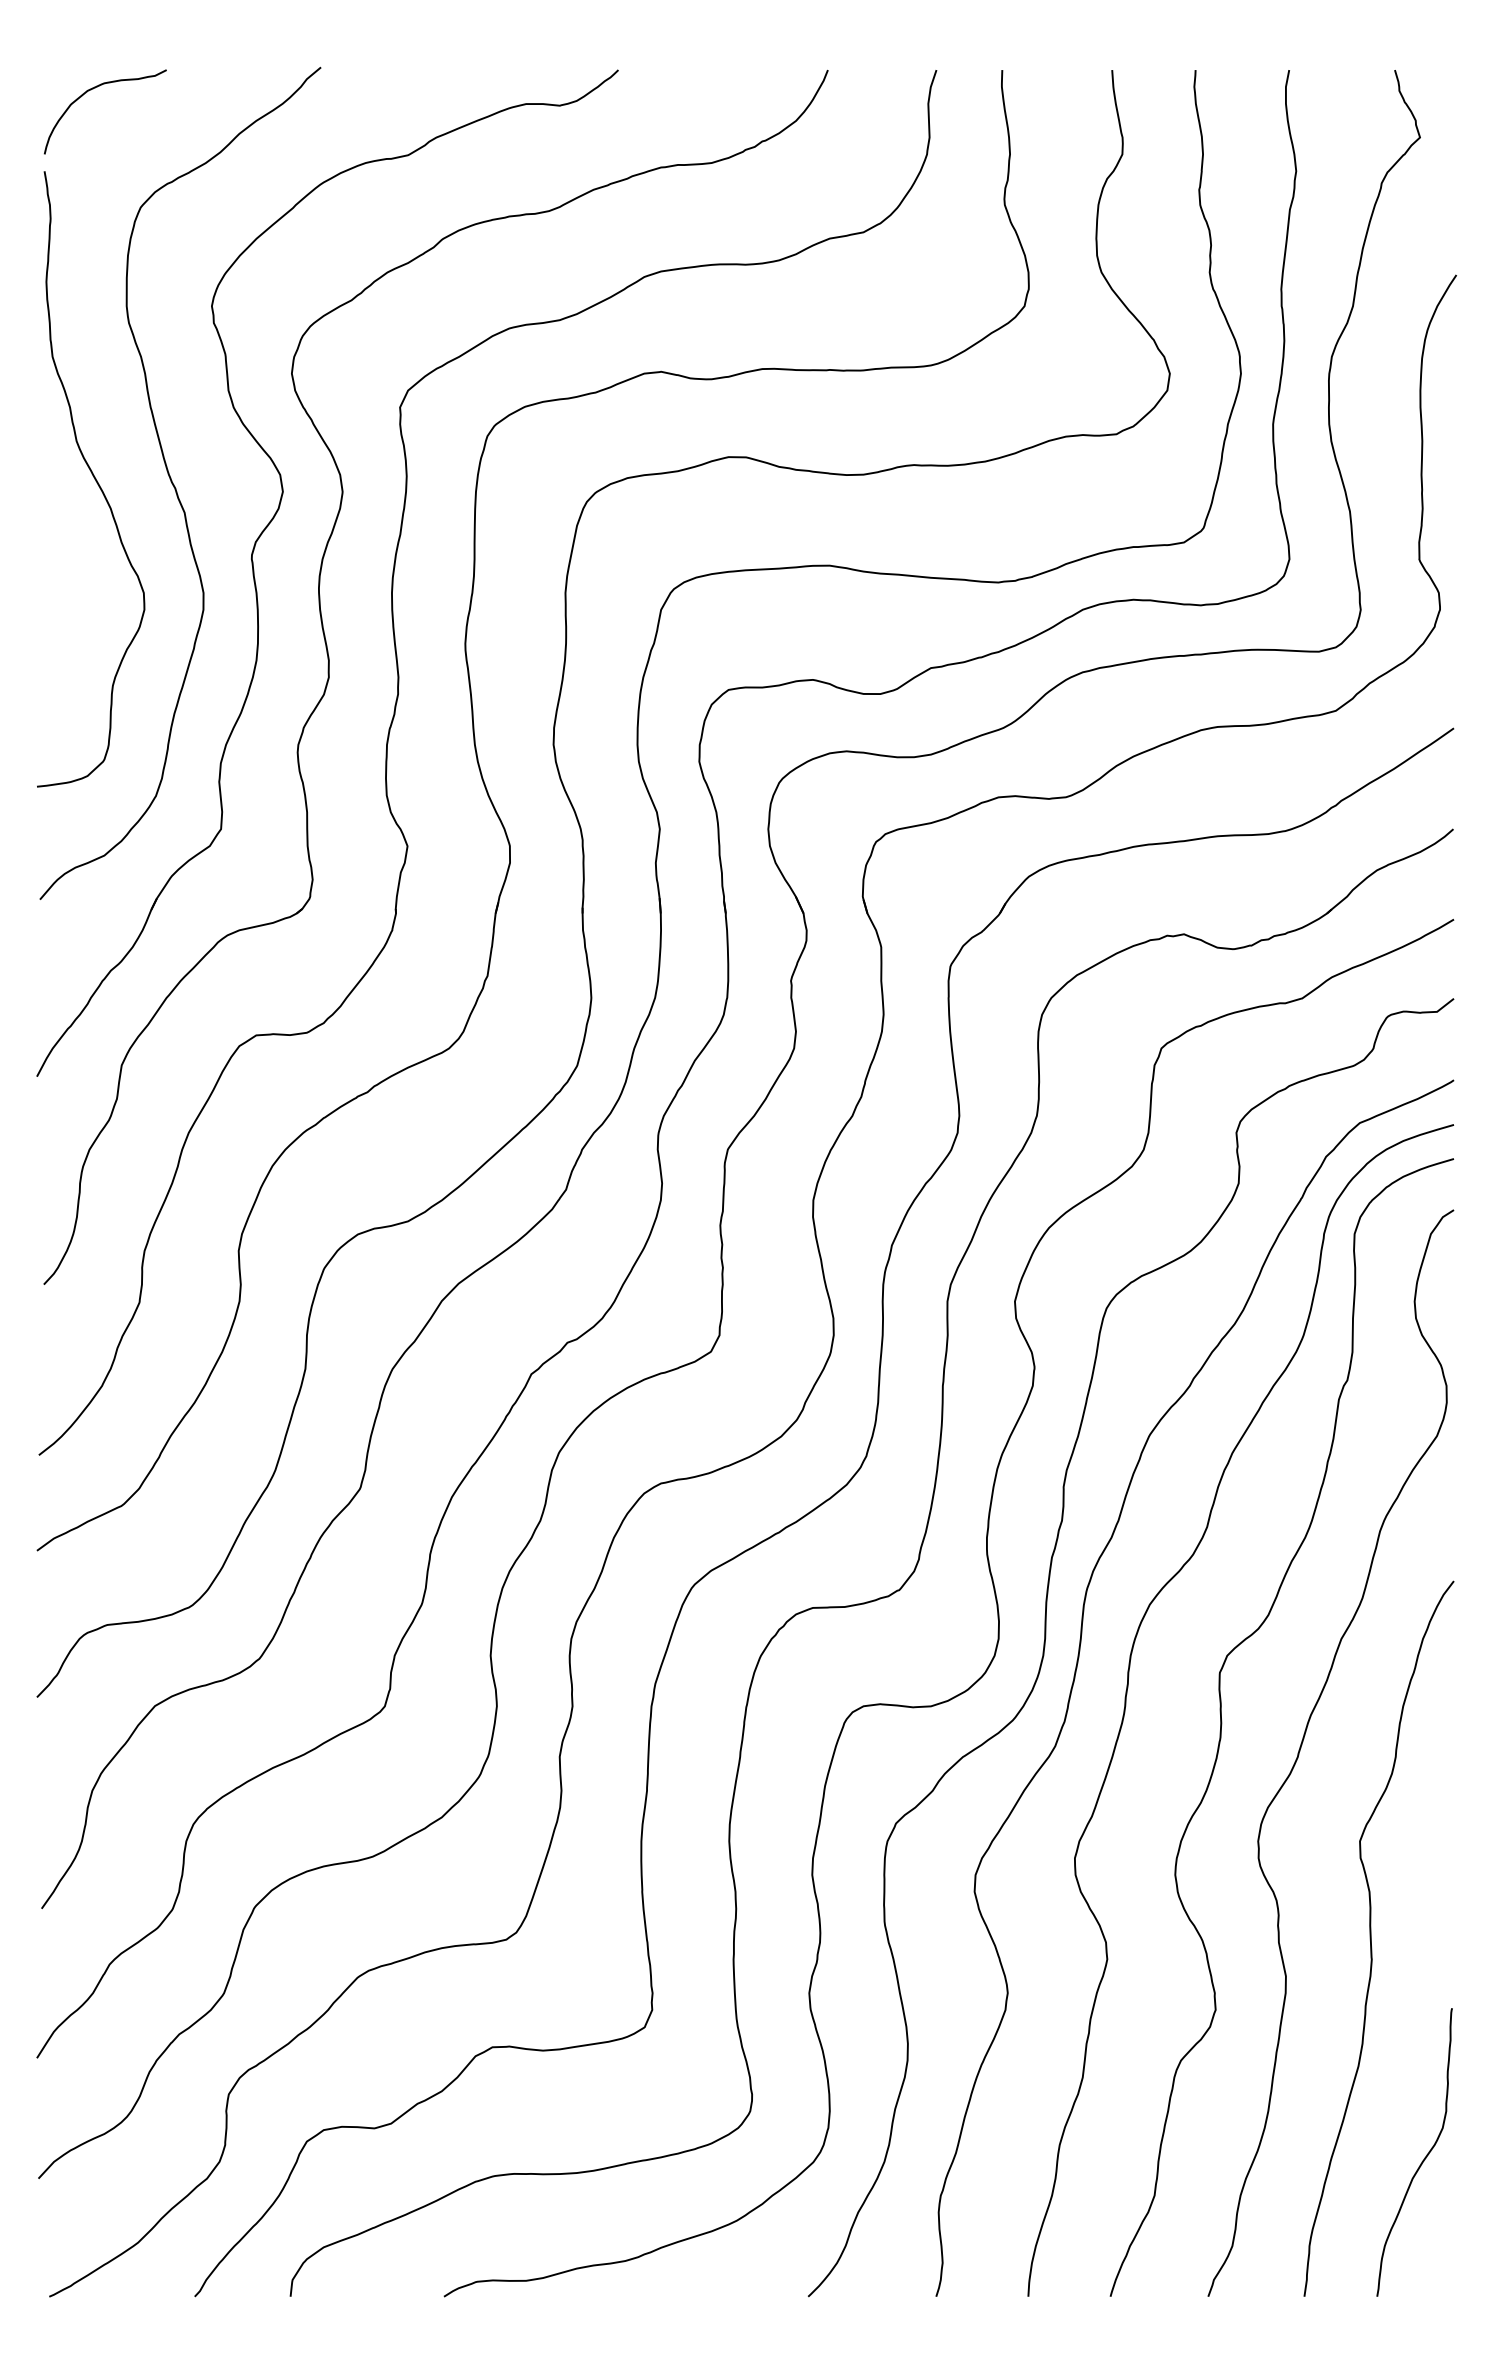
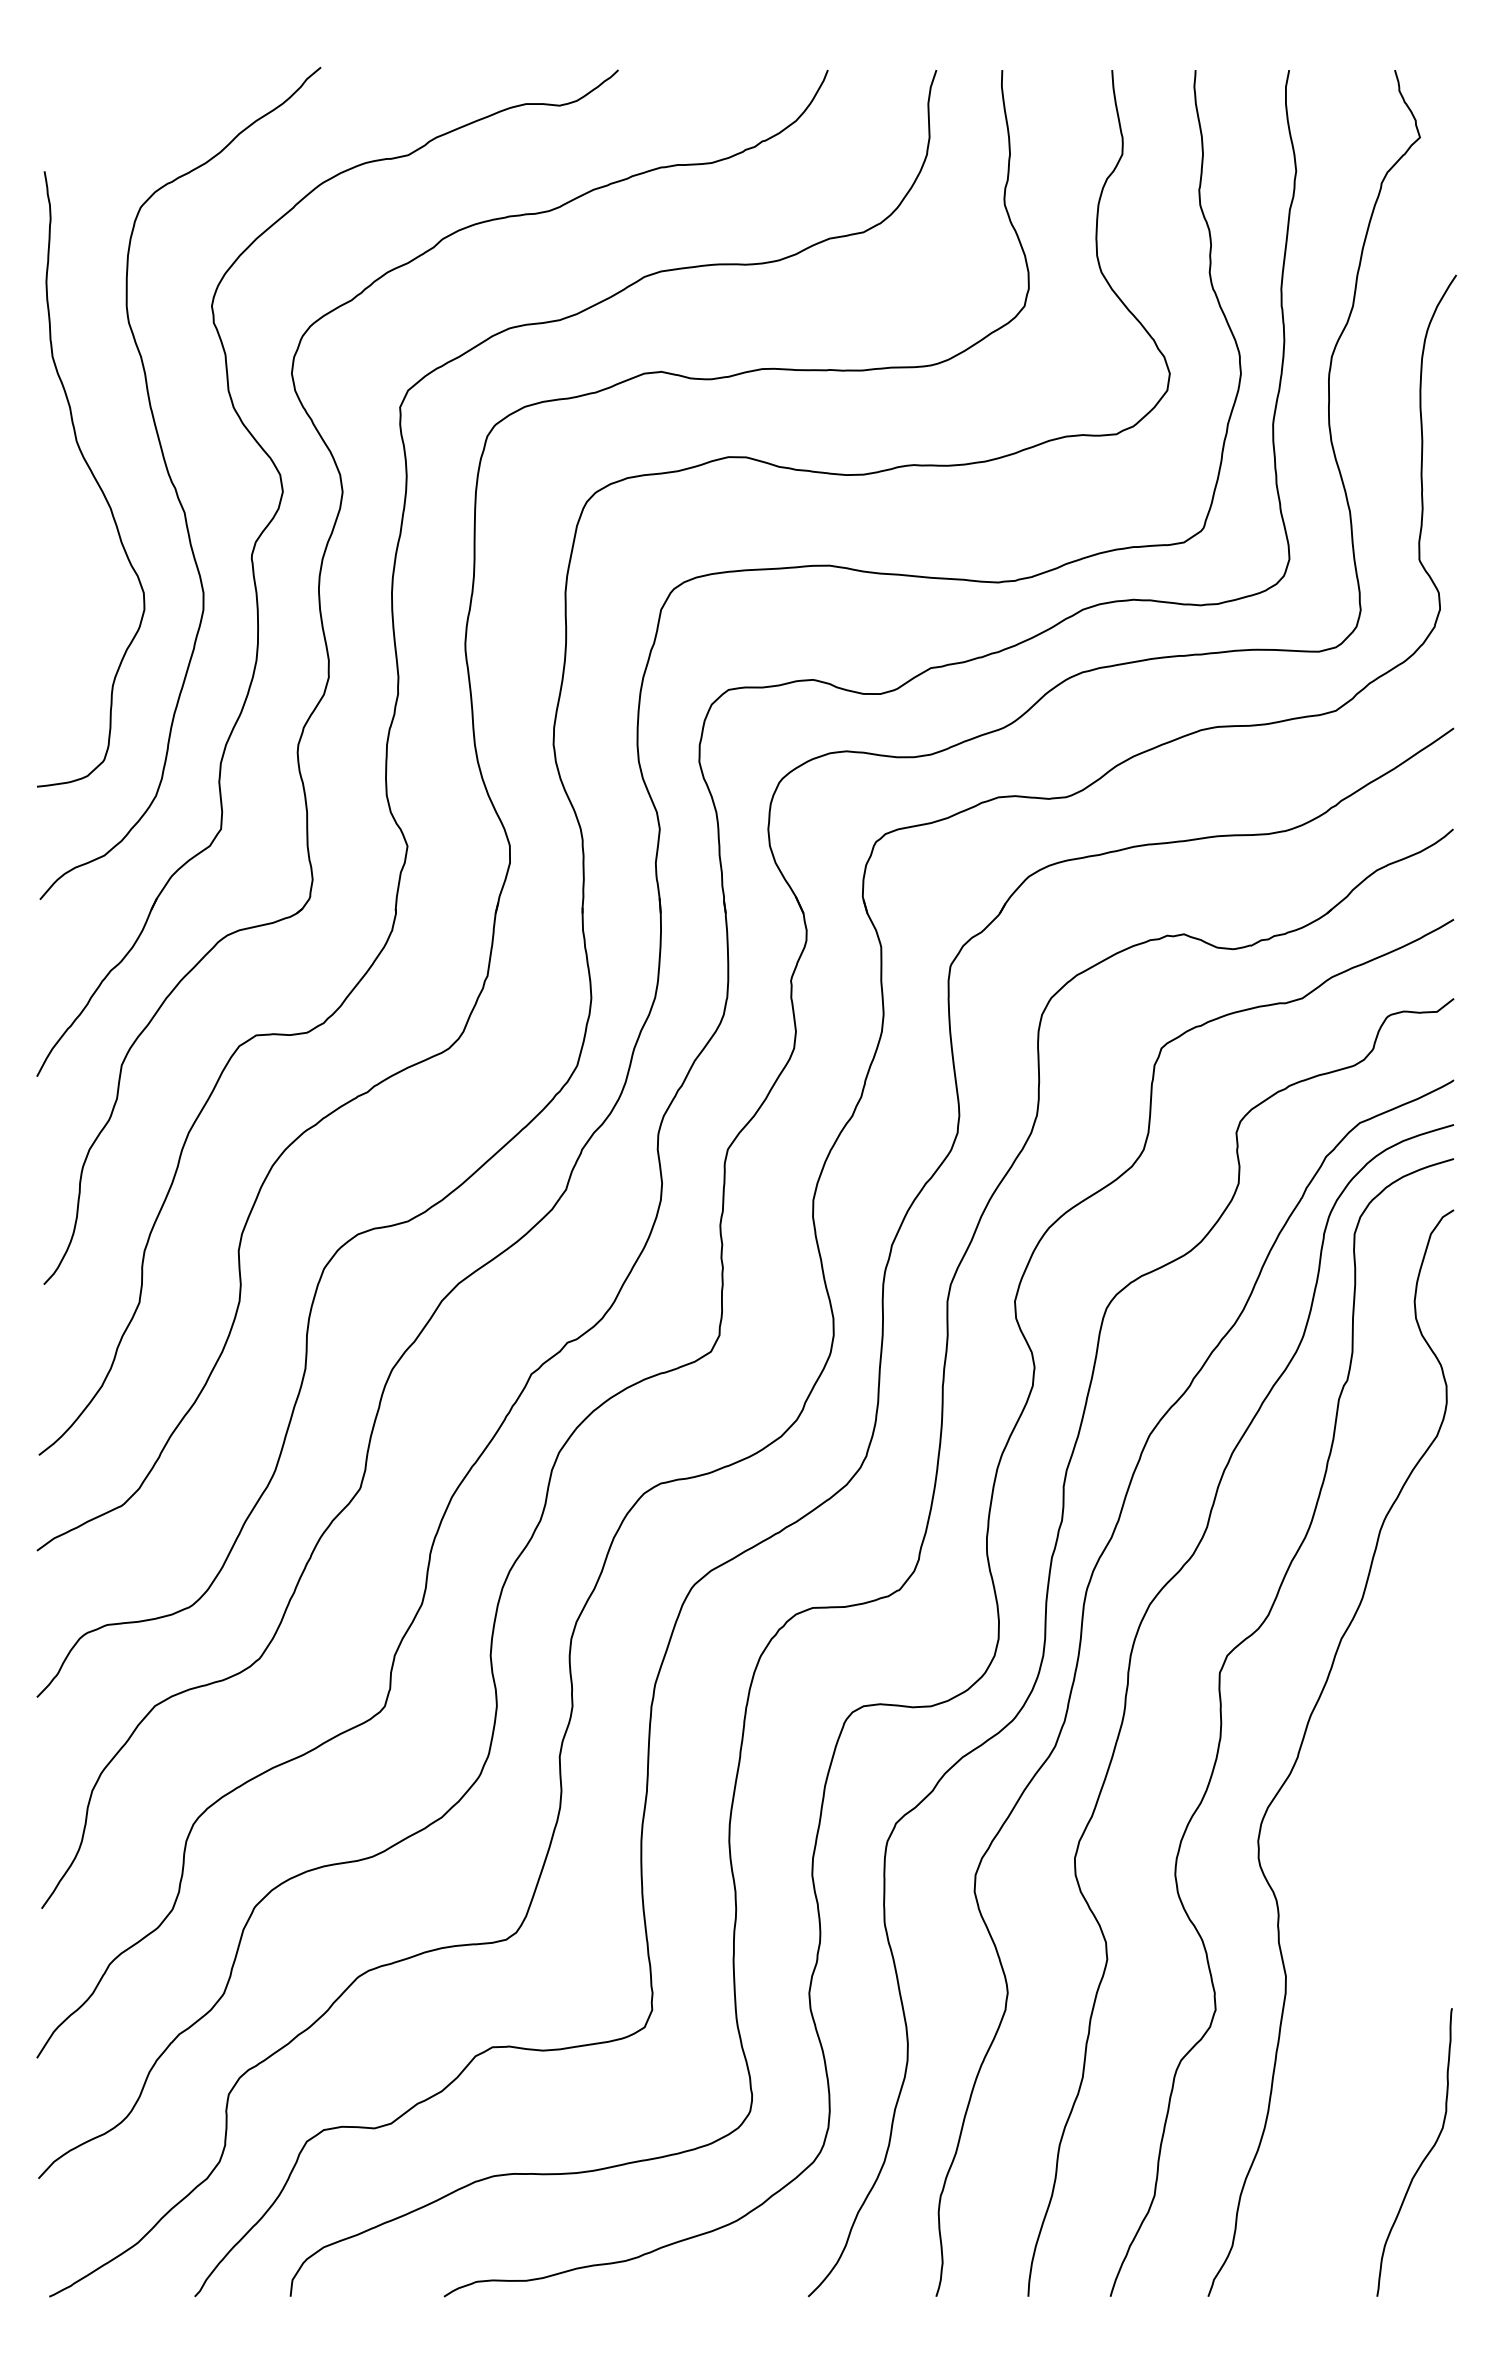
curve at (93, 89): present -> none
curve at (1371, 1938): present -> none
